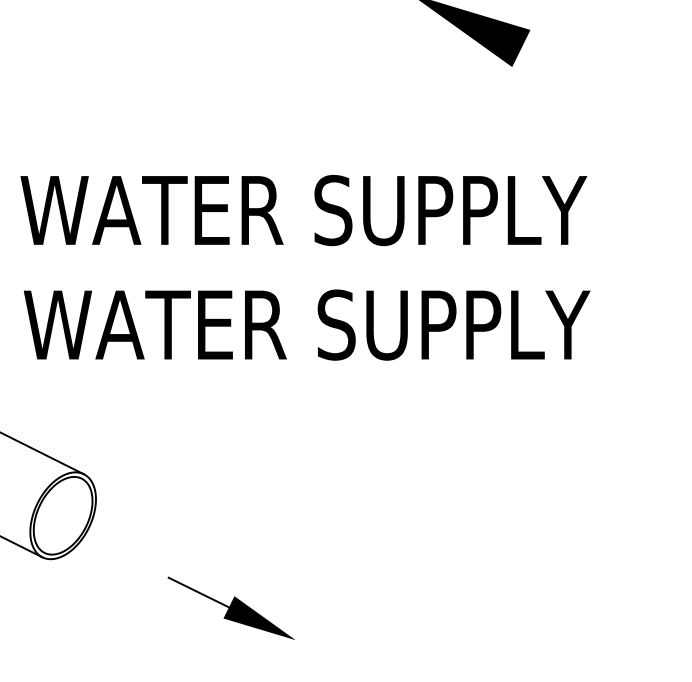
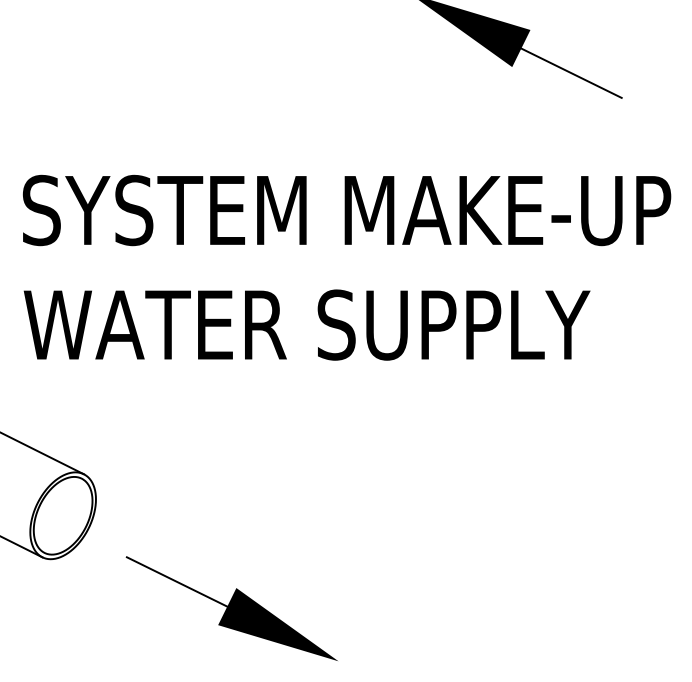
line at (571, 72): none -> present
text at (345, 210): WATER SUPPLY -> SYSTEM MAKE-UP
part at (230, 607) size: 128x64 px -> 213x105 px
